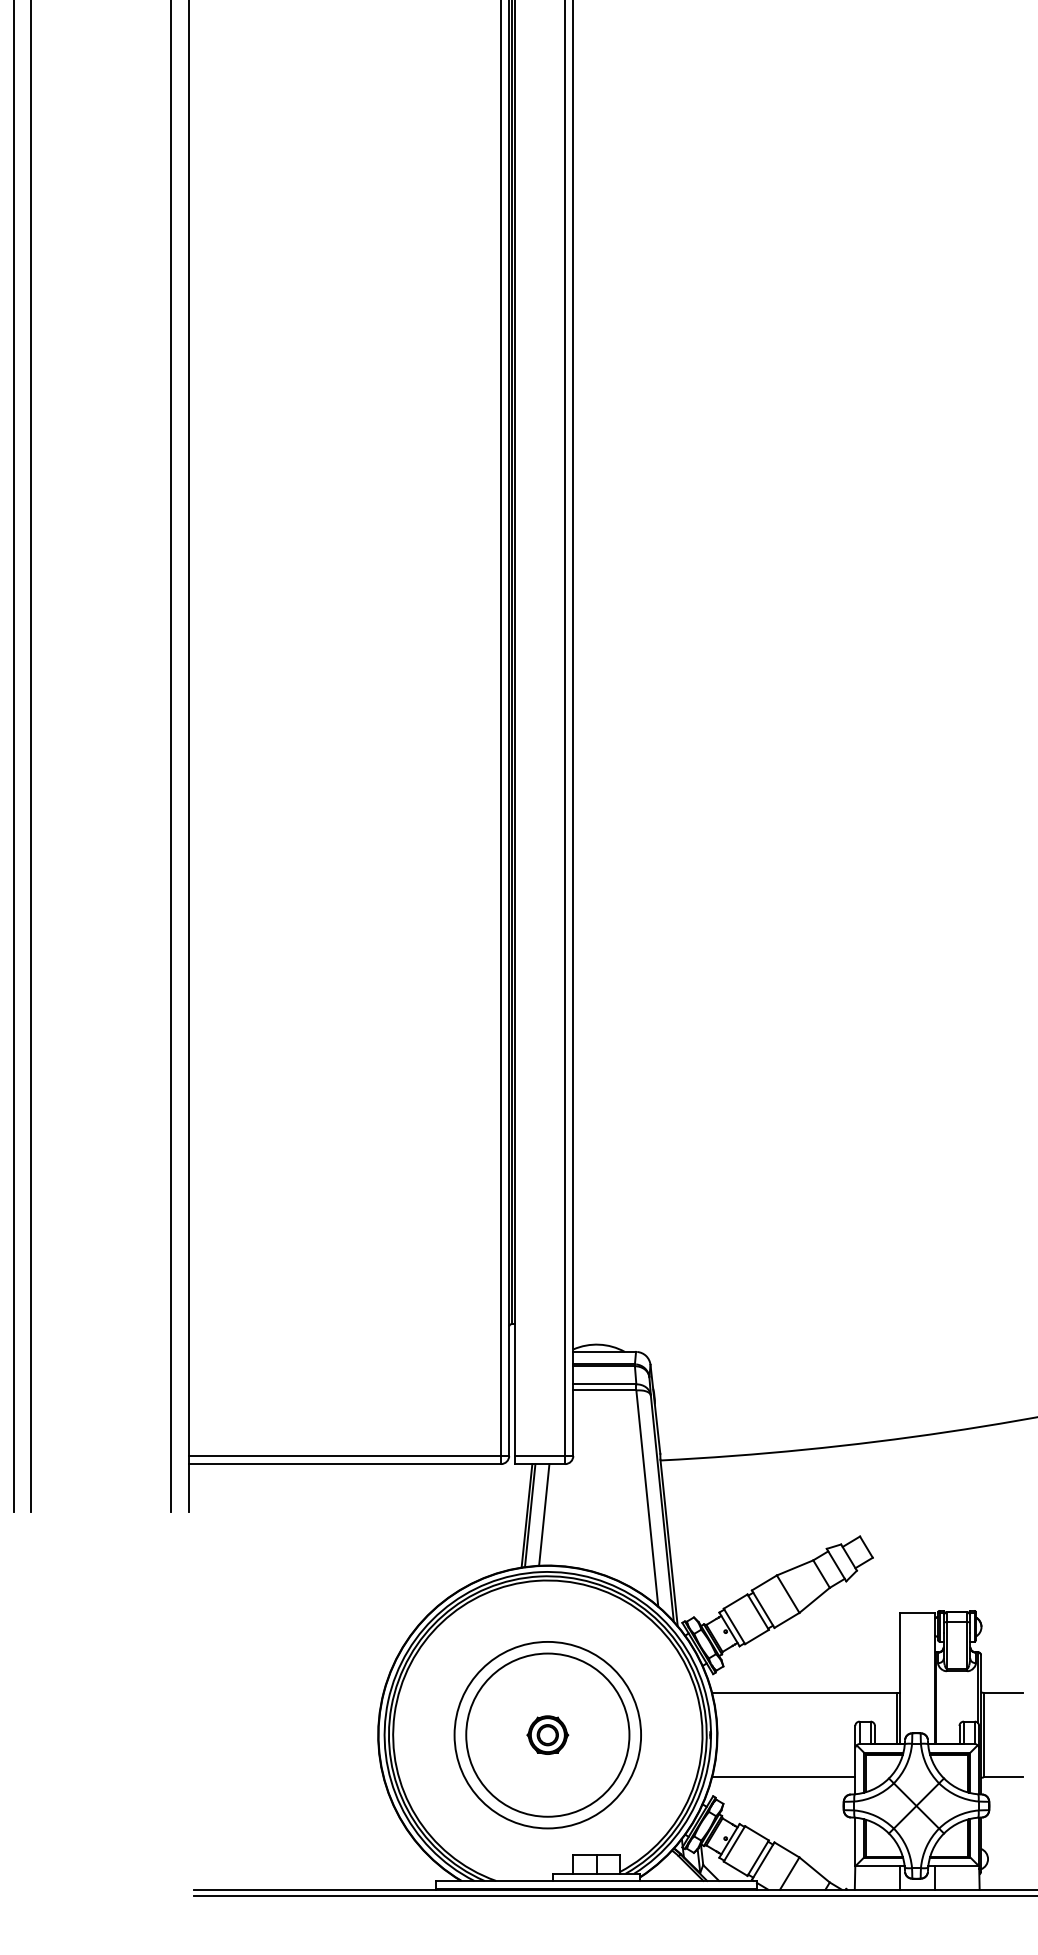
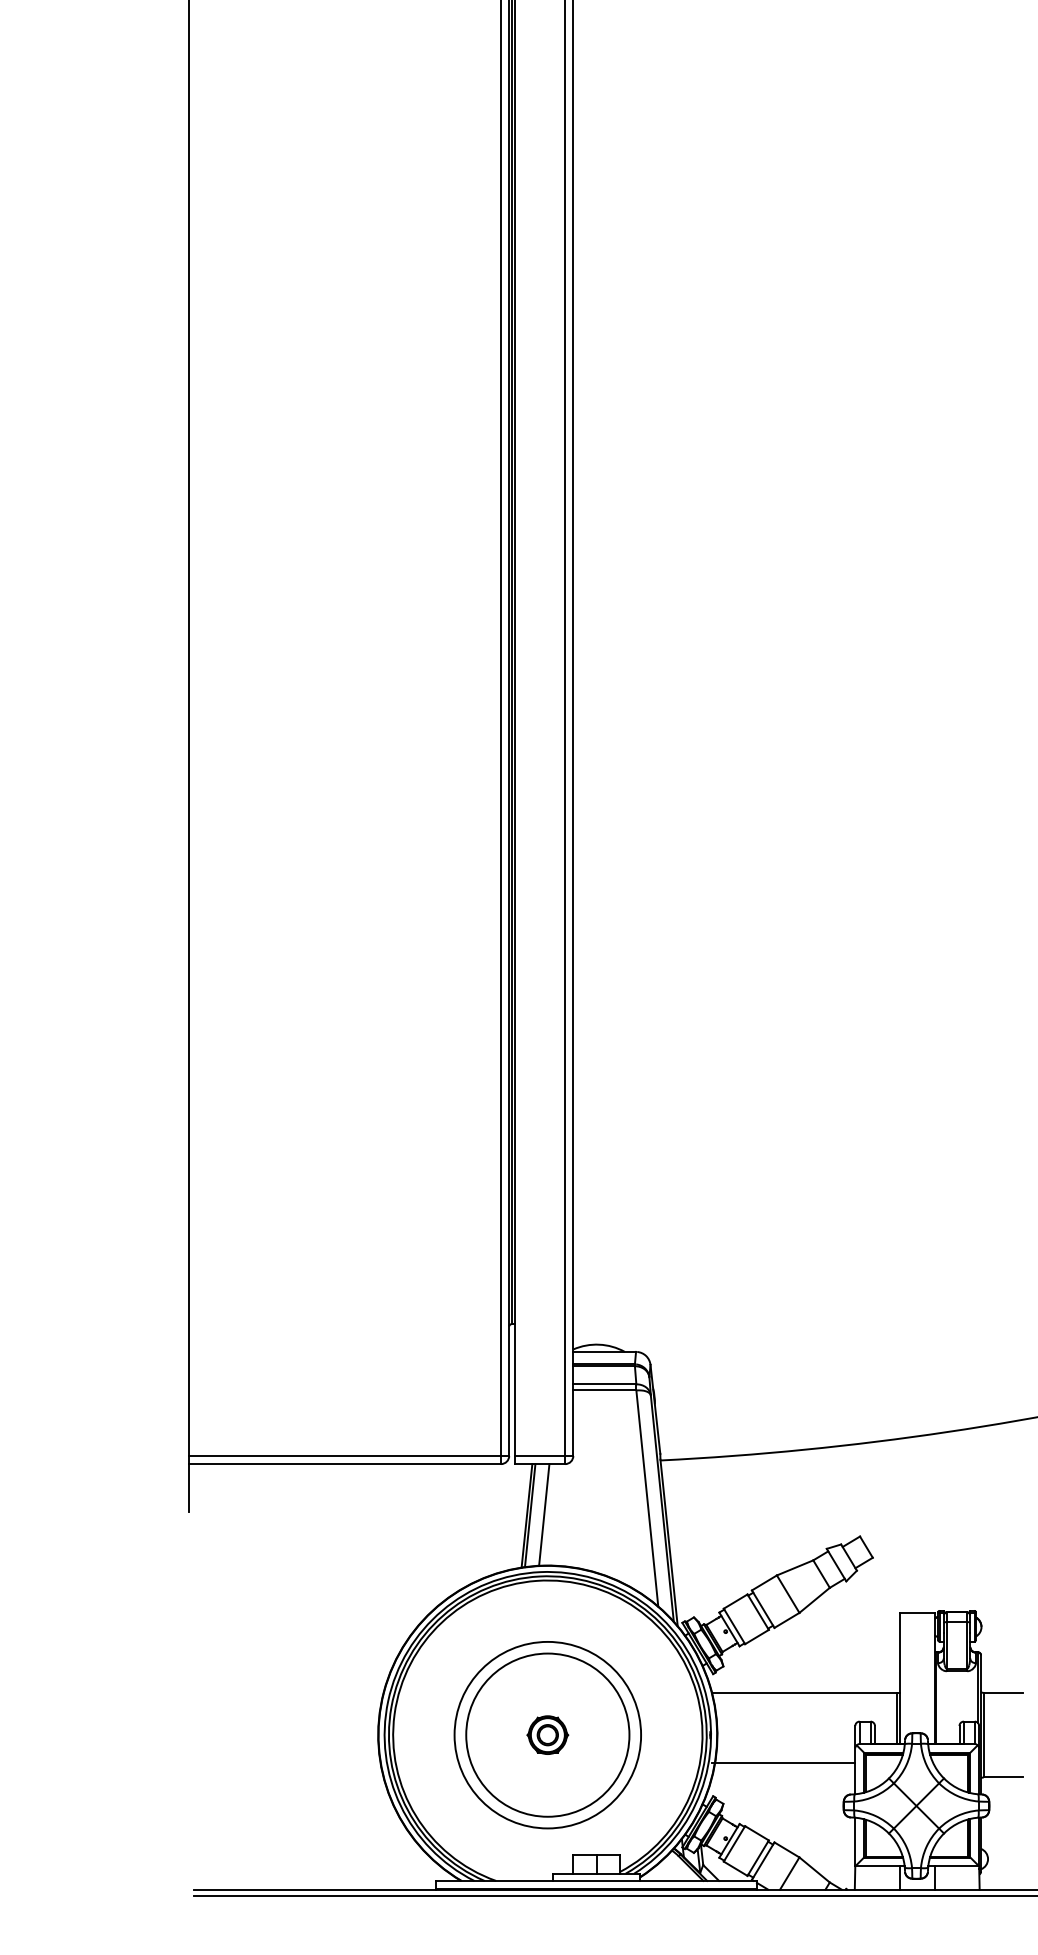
line at (13, 757): present -> none
line at (31, 757): present -> none
line at (171, 757): present -> none
line at (783, 1777) position: (783, 1777) -> (783, 1763)
